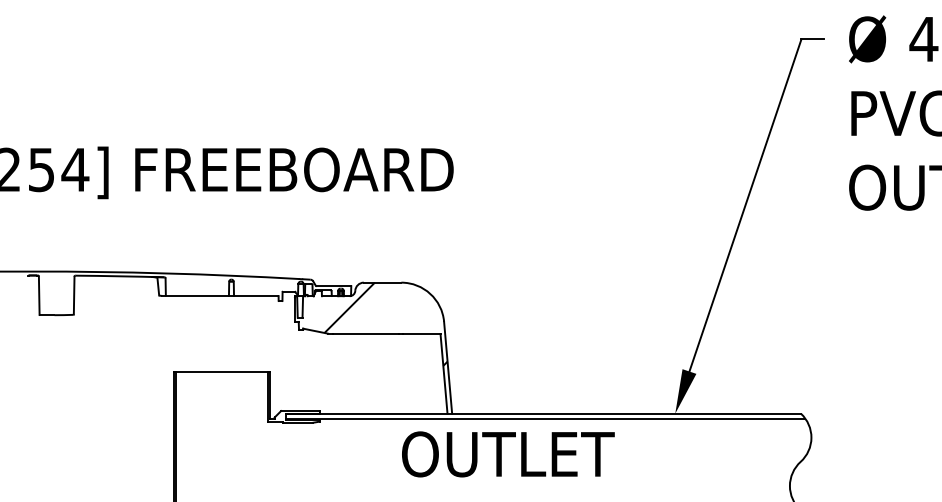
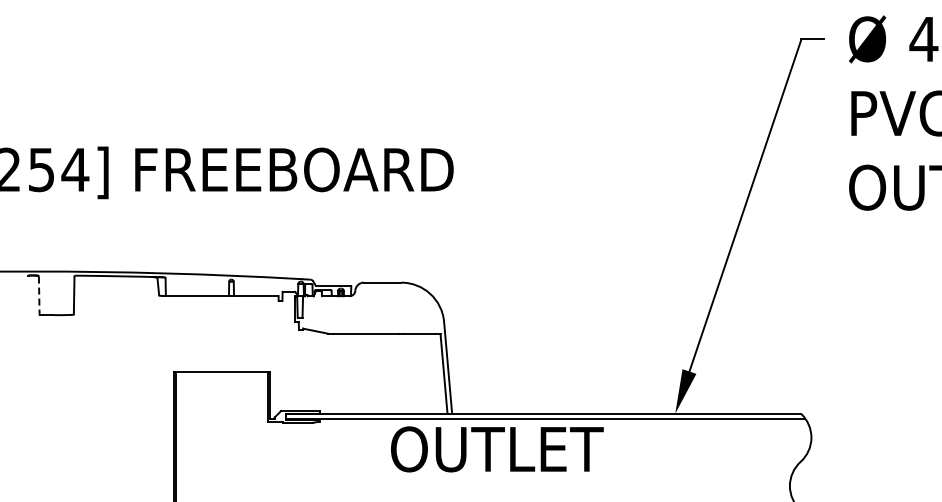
line at (39, 296): solid -> dashed
hatch at (385, 323): present -> none
text at (508, 454) position: (508, 454) -> (497, 449)
